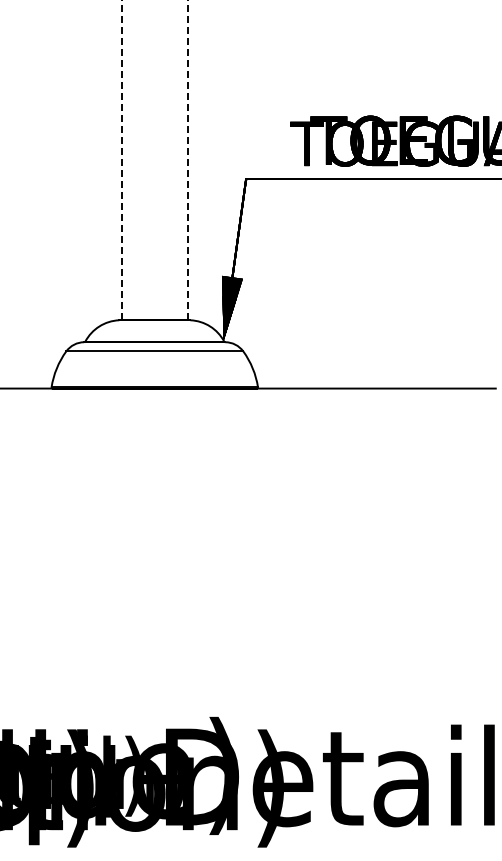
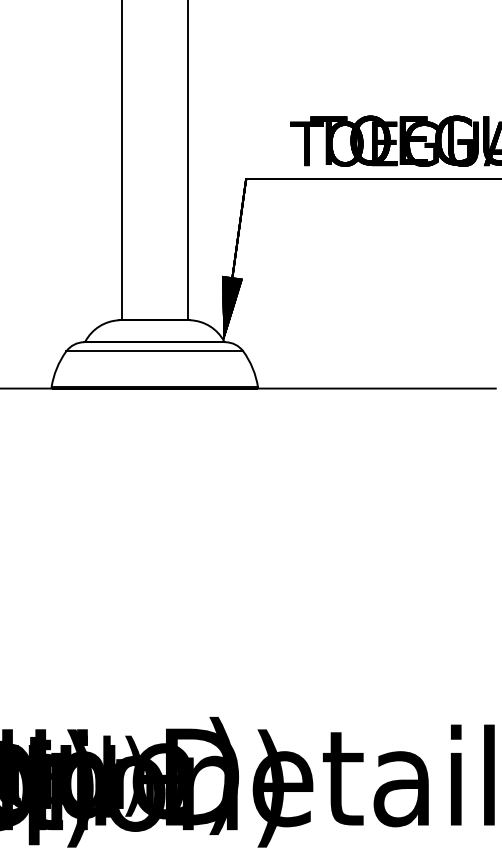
line at (121, 160): dashed -> solid
line at (187, 160): dashed -> solid
